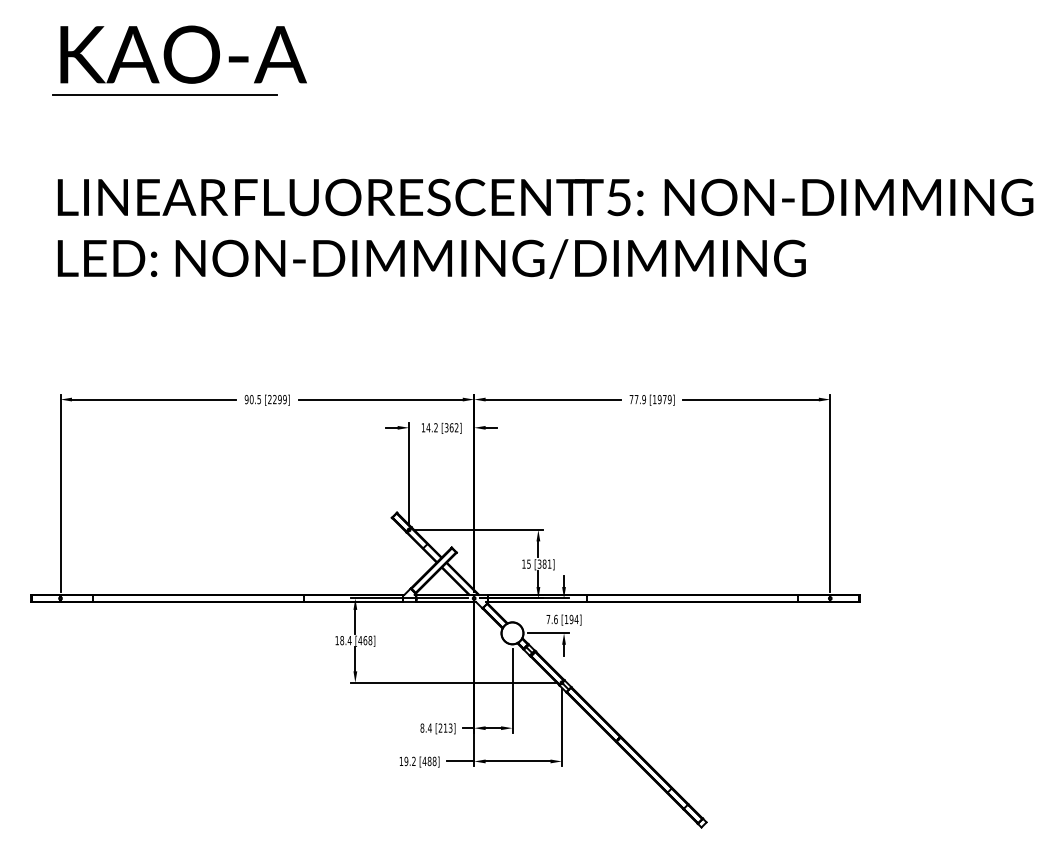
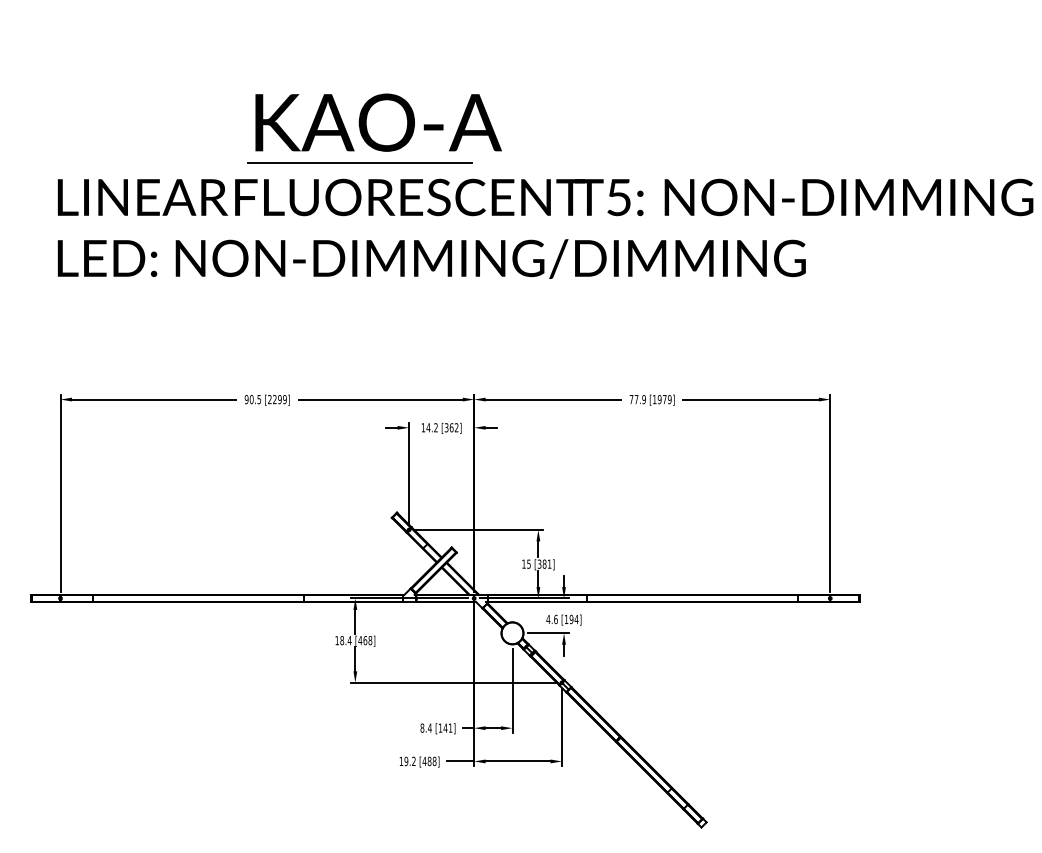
part at (179, 60) position: (179, 60) -> (374, 128)
text at (548, 619): 7.6 -> 4.6
text at (445, 727): [213] -> [141]
